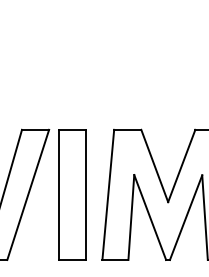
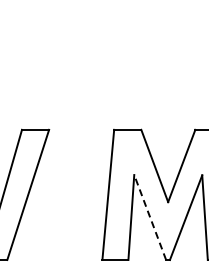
part at (72, 194): present -> none
line at (150, 217): solid -> dashed
